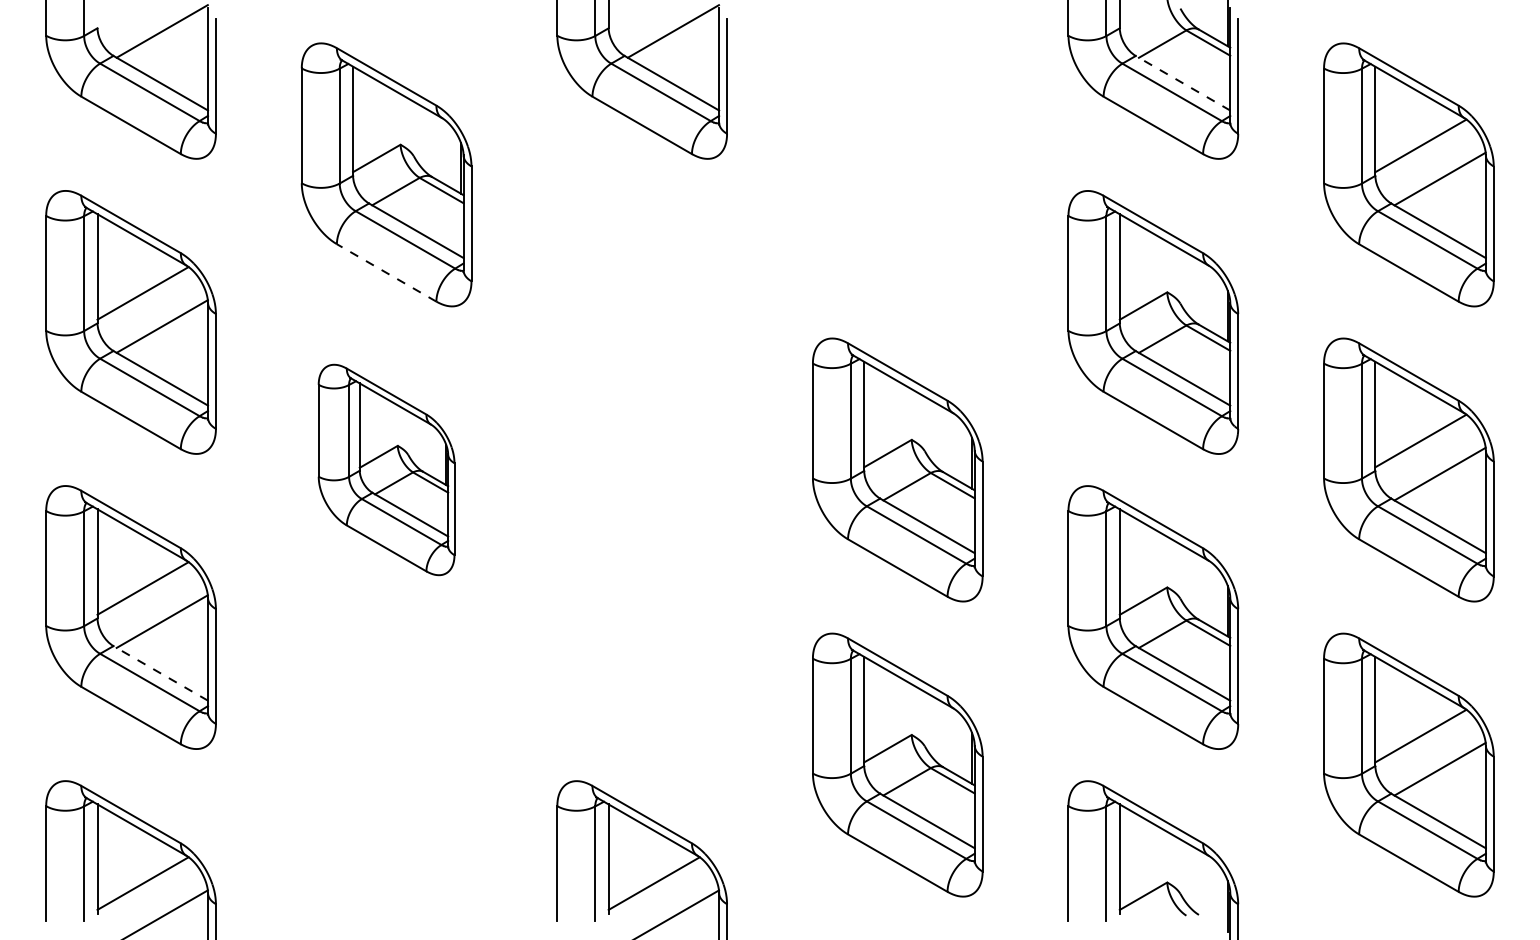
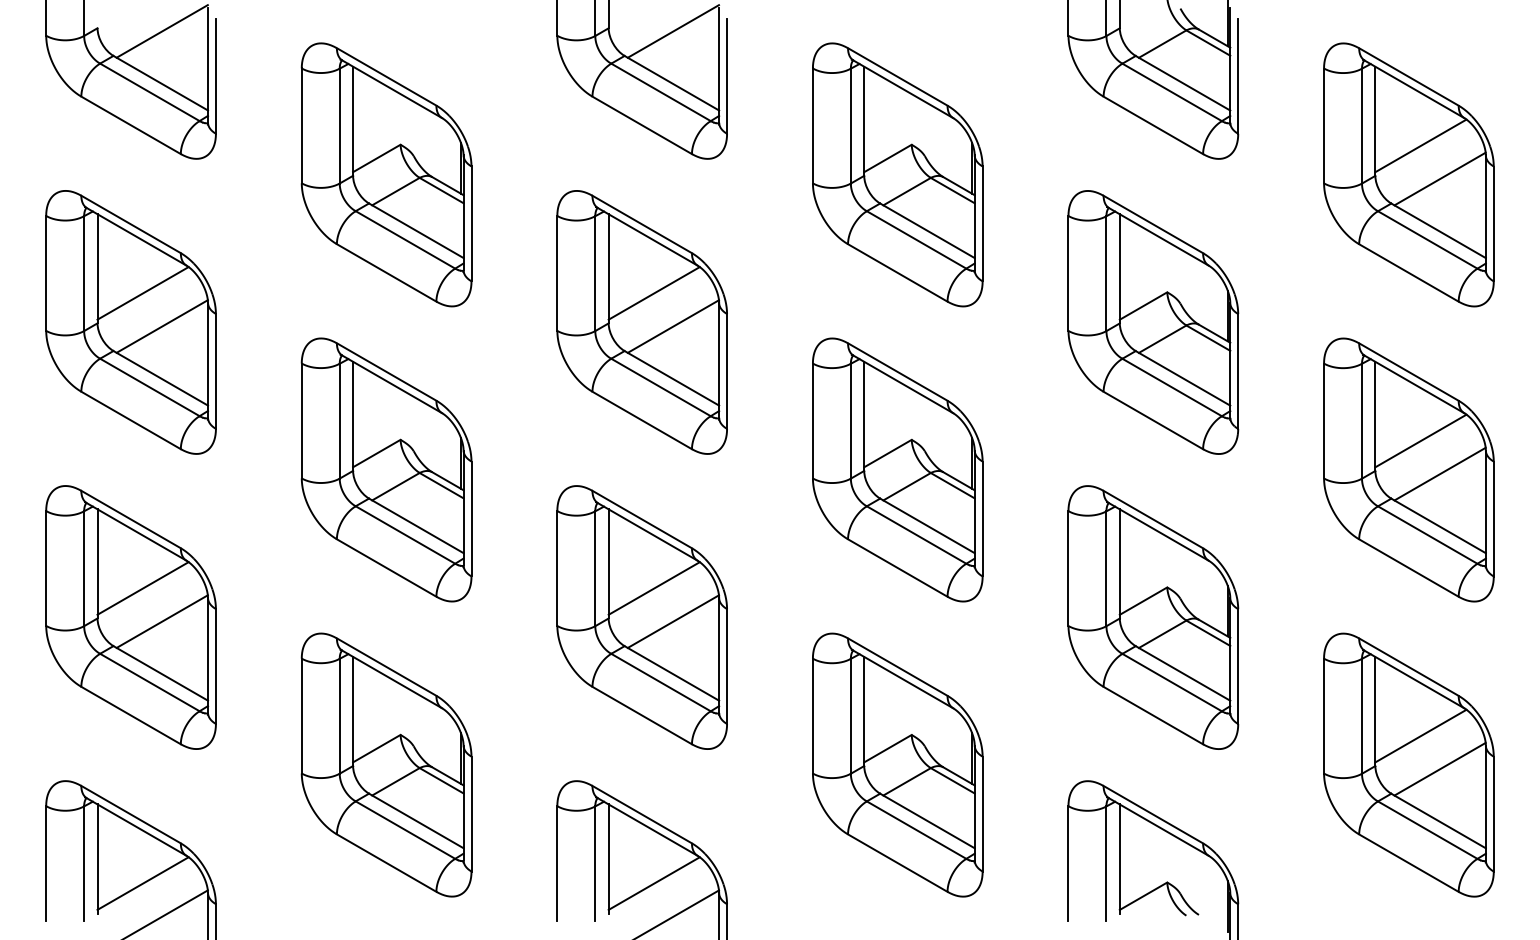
line at (1183, 83): dashed -> solid
part at (897, 174): none -> present
line at (386, 272): dashed -> solid
part at (641, 322): none -> present
part at (386, 469) size: 139x214 px -> 173x266 px
part at (641, 617): none -> present
line at (160, 673): dashed -> solid
part at (386, 764): none -> present
